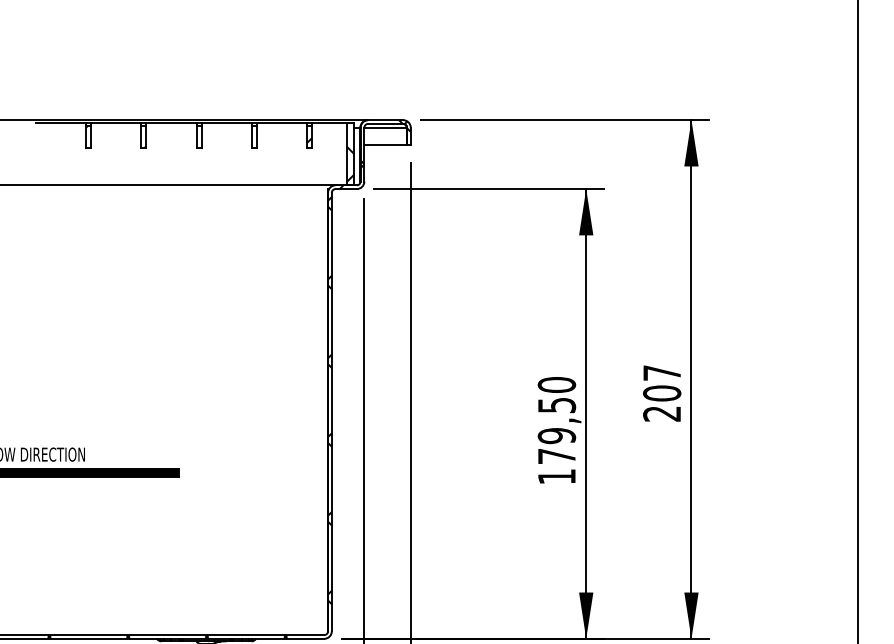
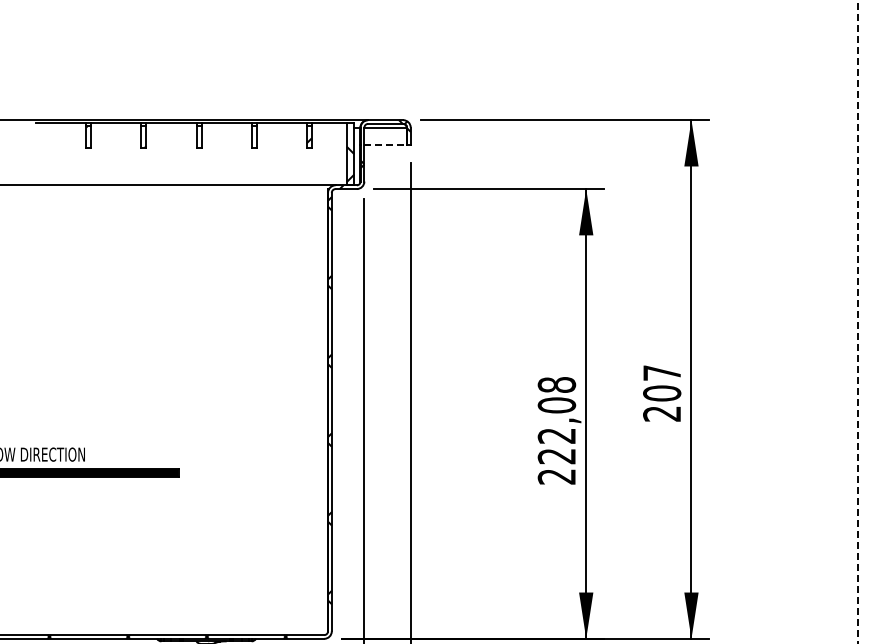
line at (386, 145): solid -> dashed
line at (857, 322): solid -> dashed
text at (556, 430): 179,50 -> 222,08
